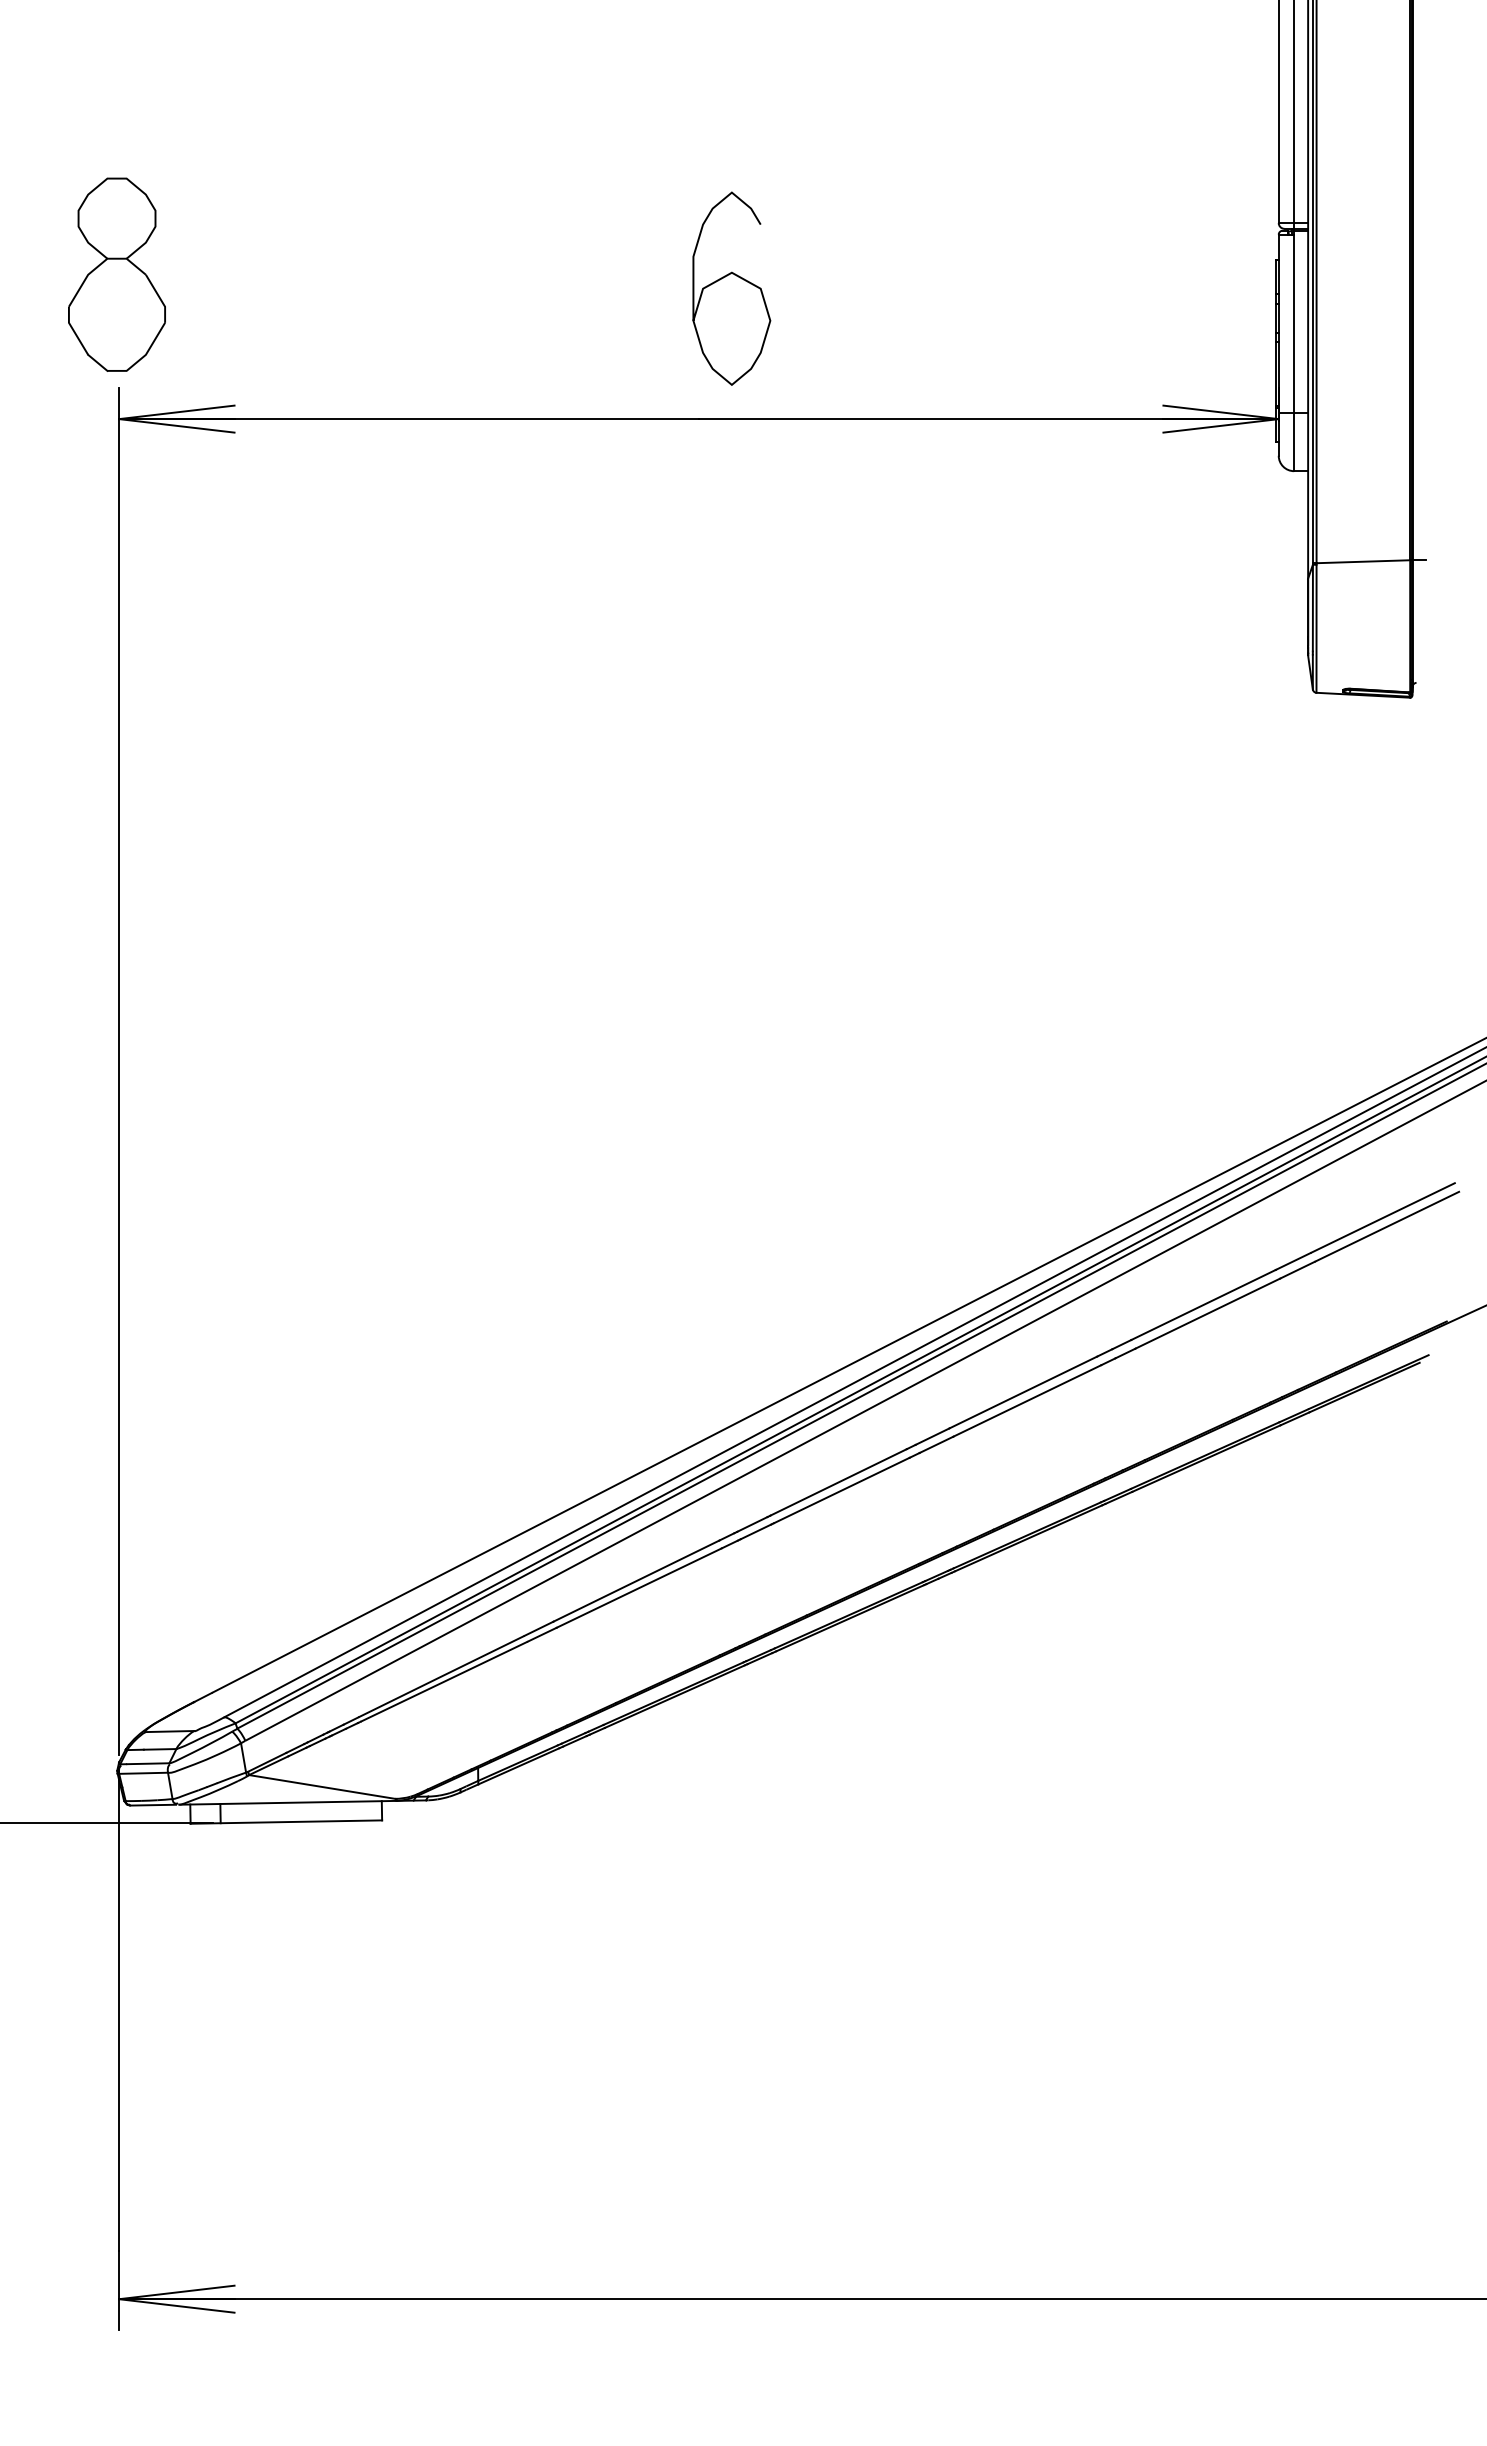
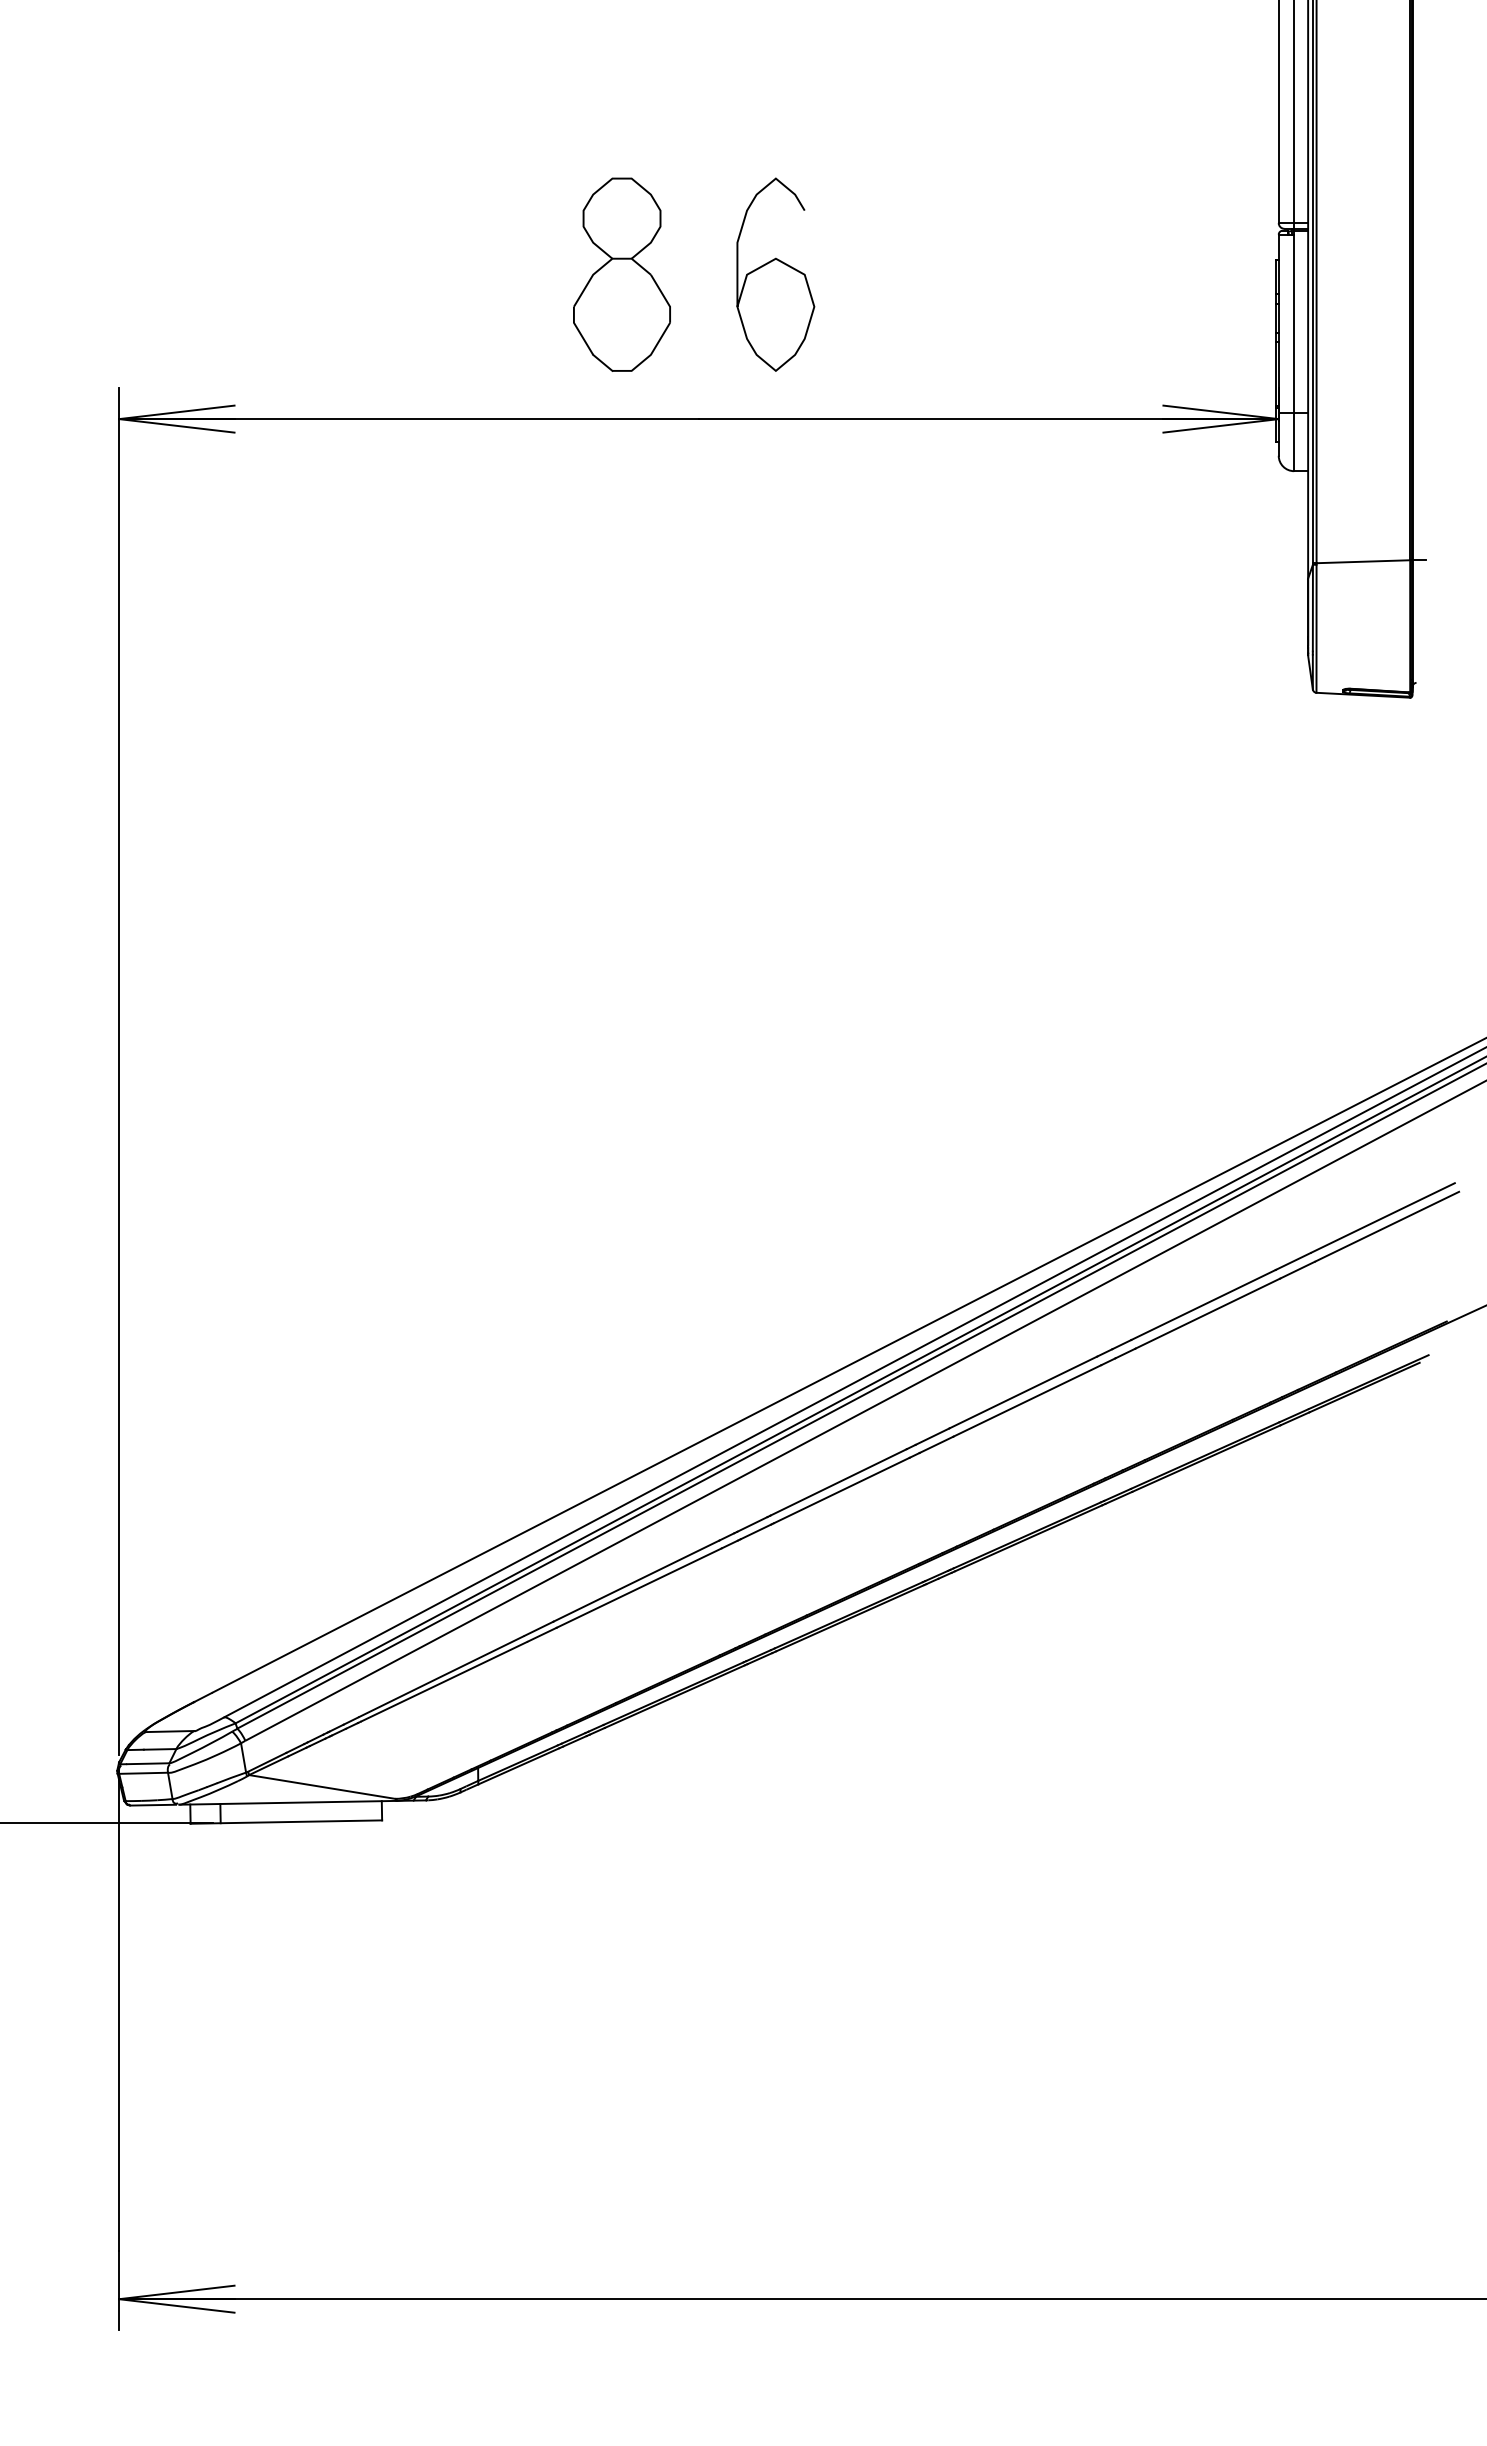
part at (116, 274) position: (116, 274) -> (621, 274)
curve at (725, 277) position: (725, 277) -> (769, 263)
